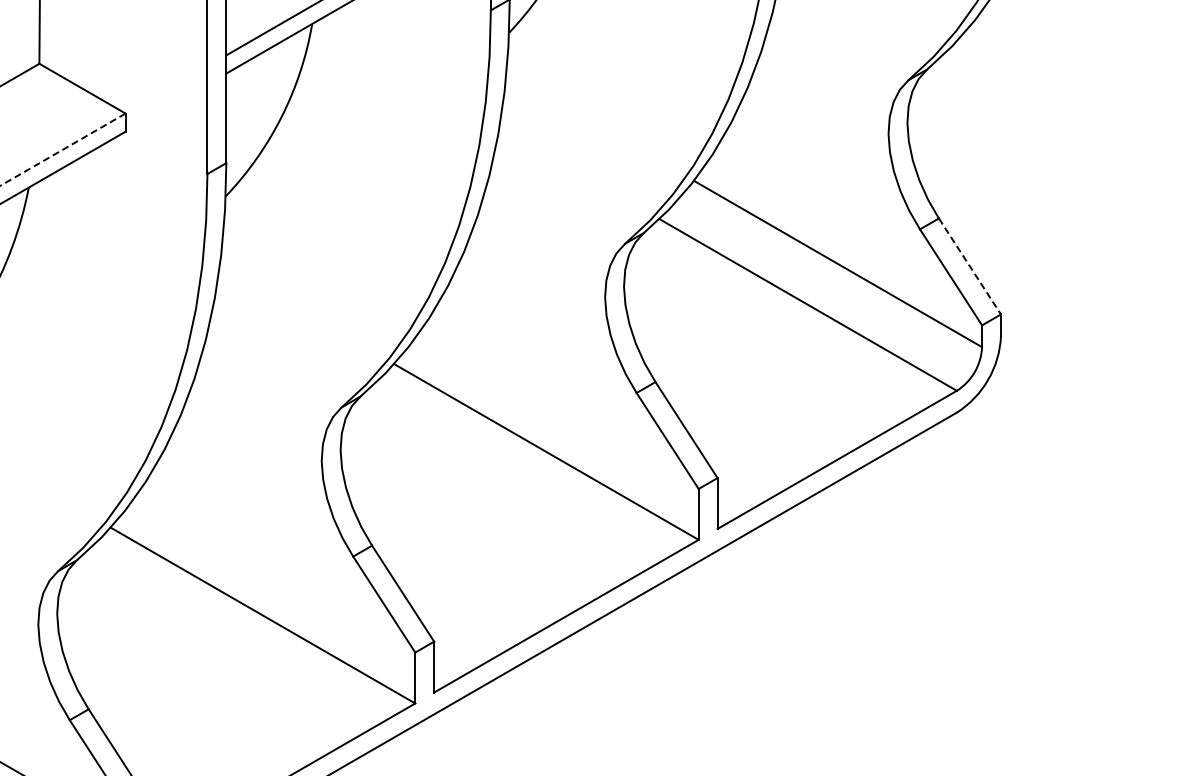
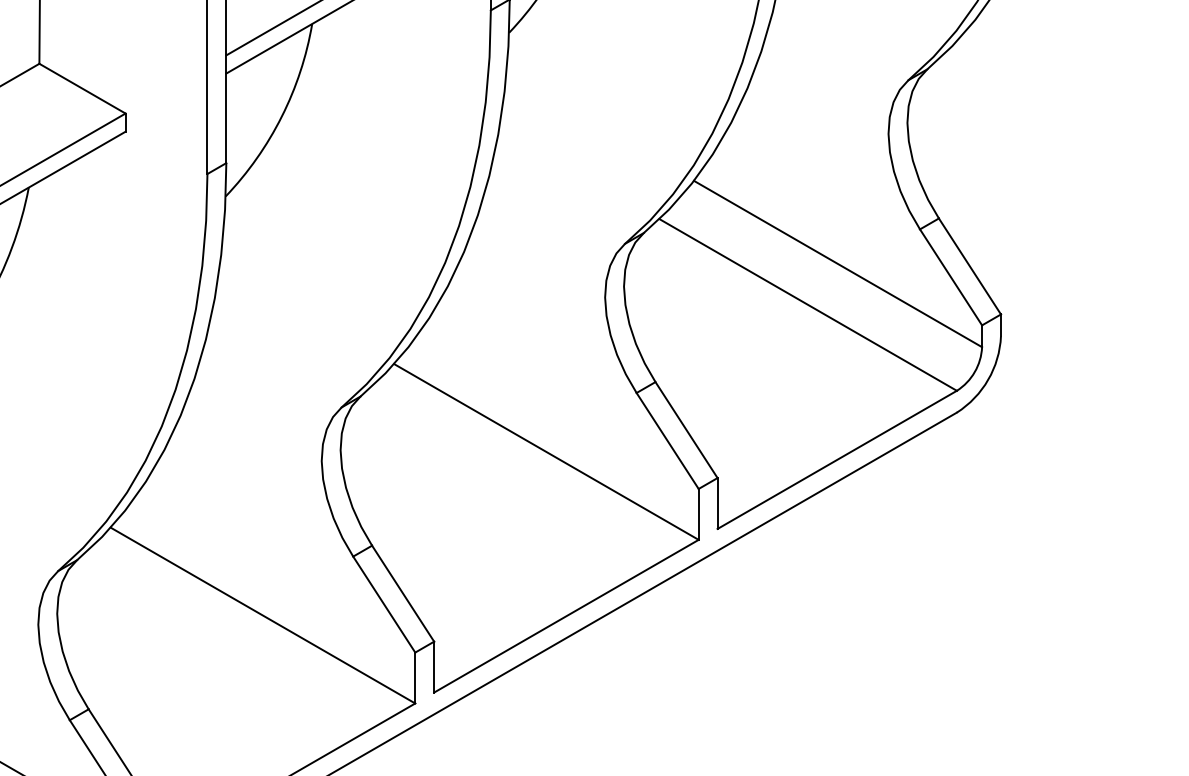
line at (62, 149): dashed -> solid
line at (970, 266): dashed -> solid
